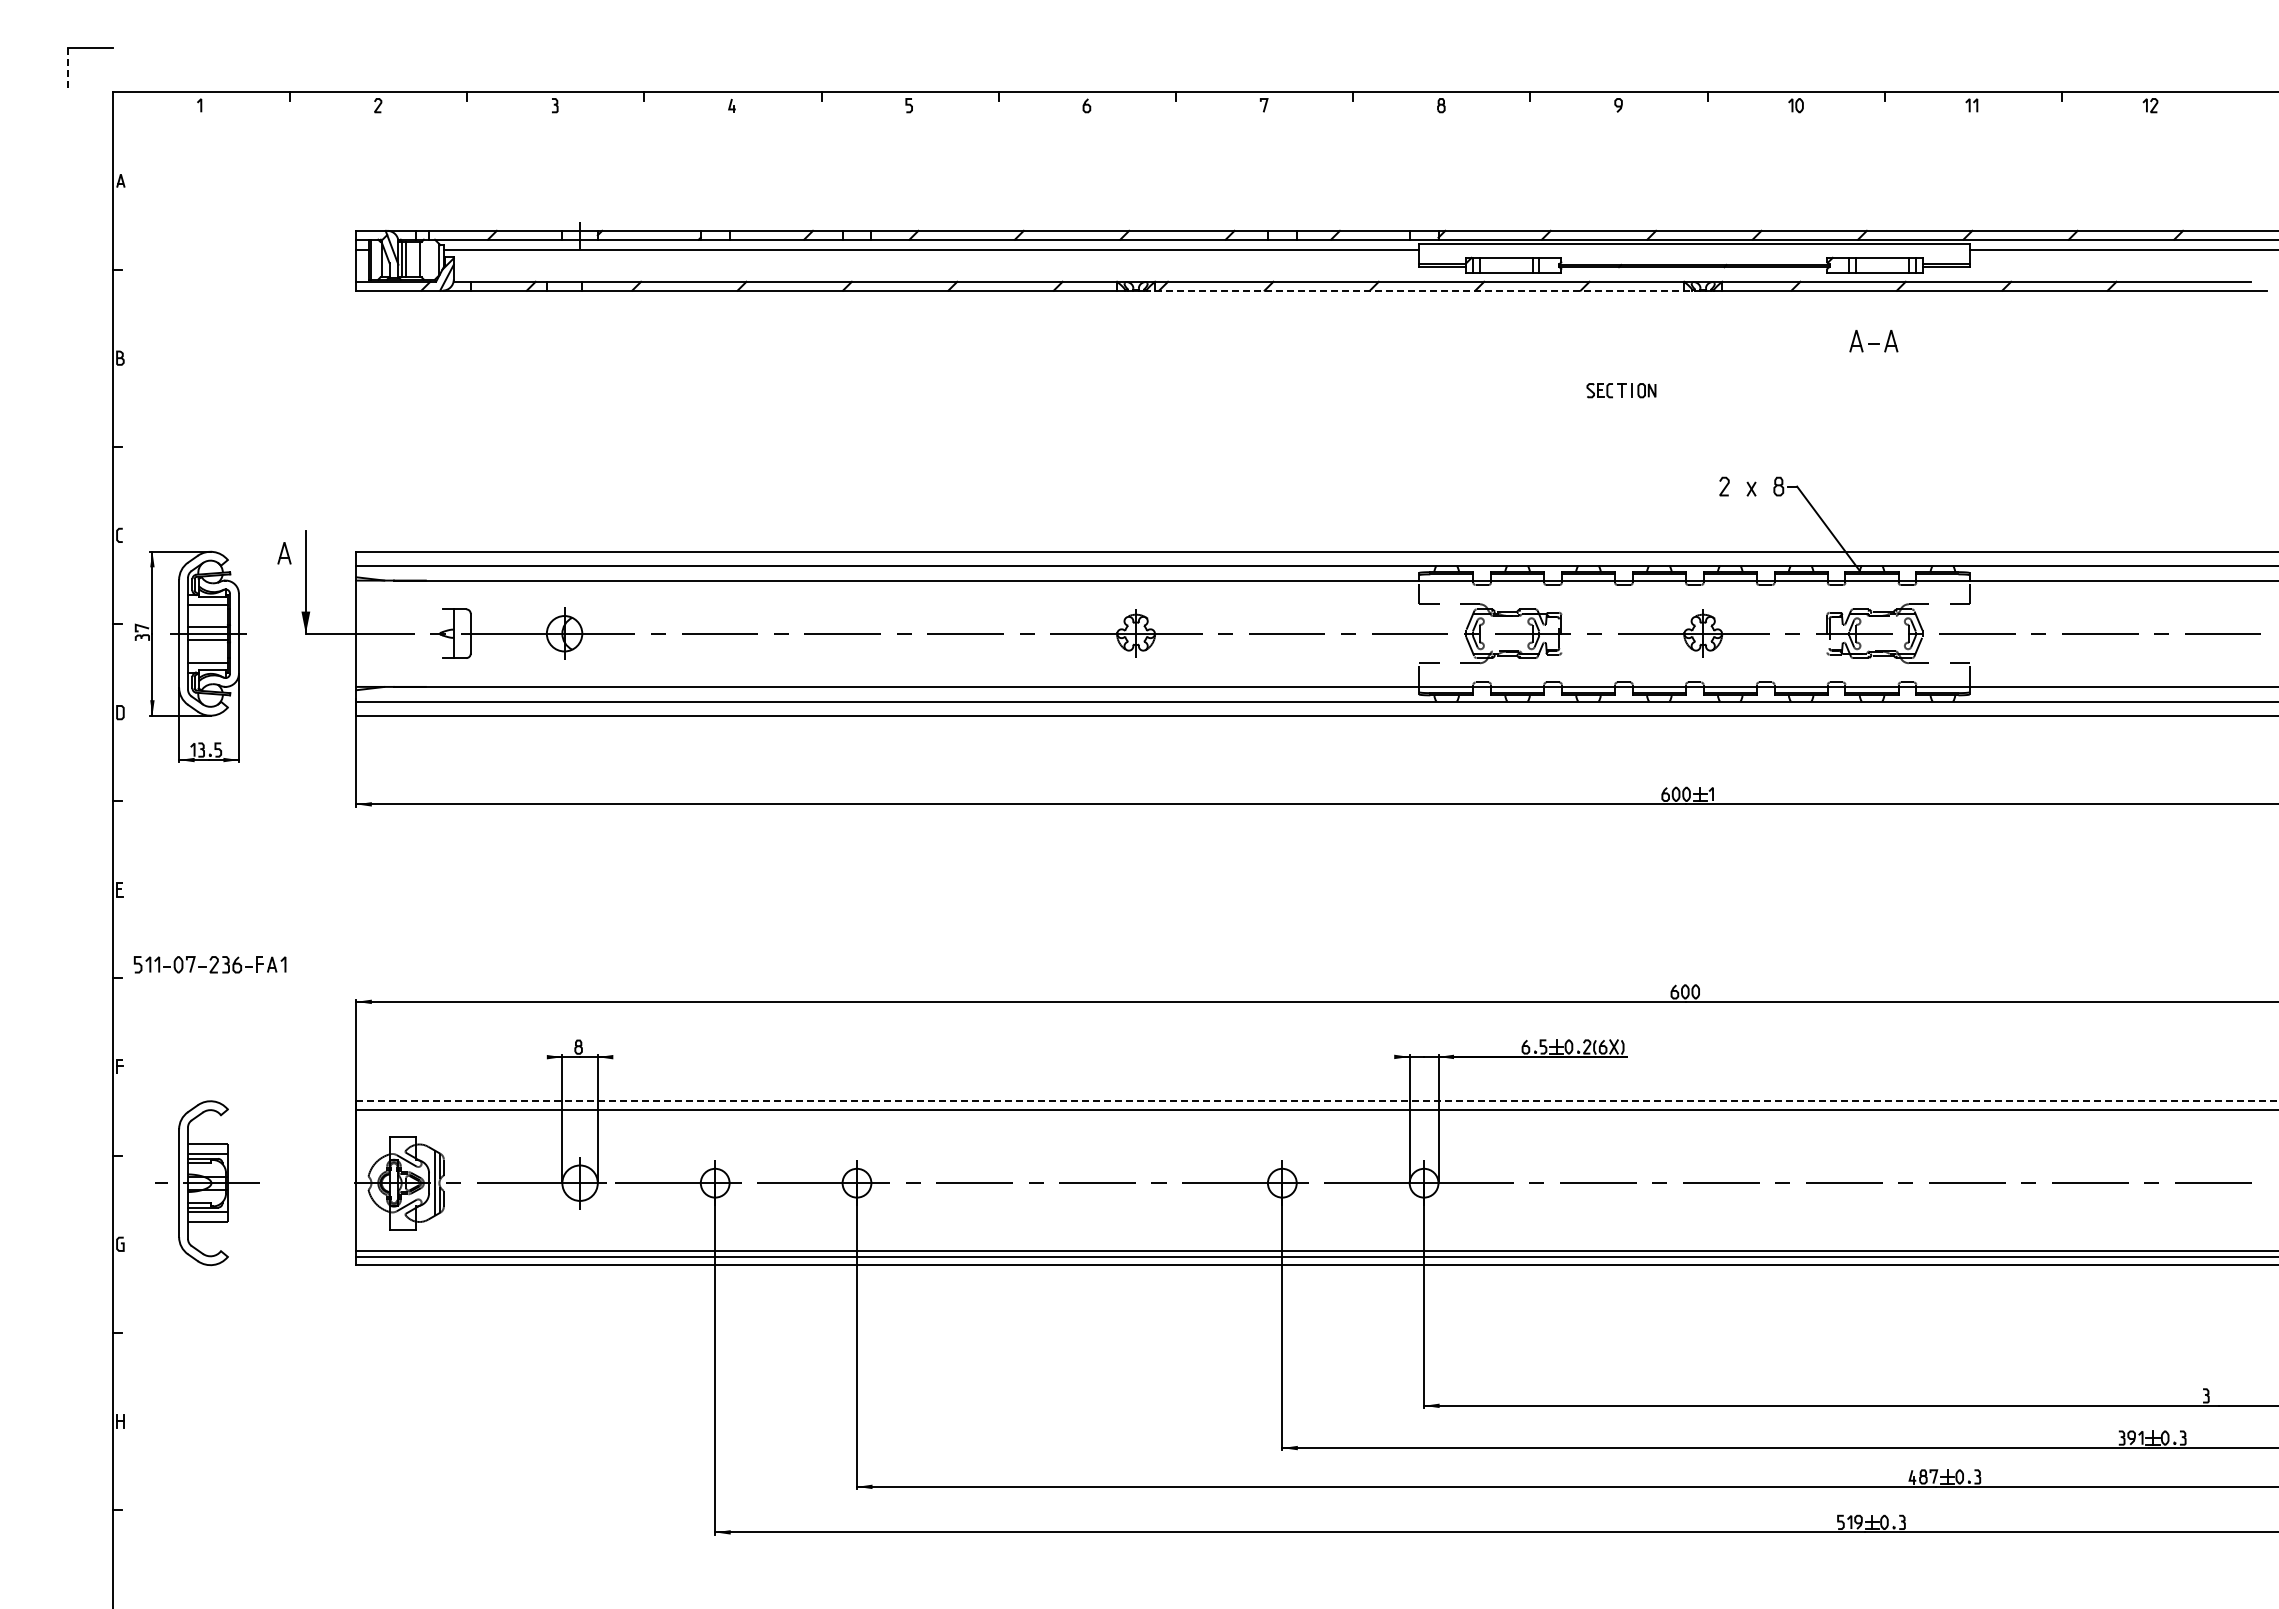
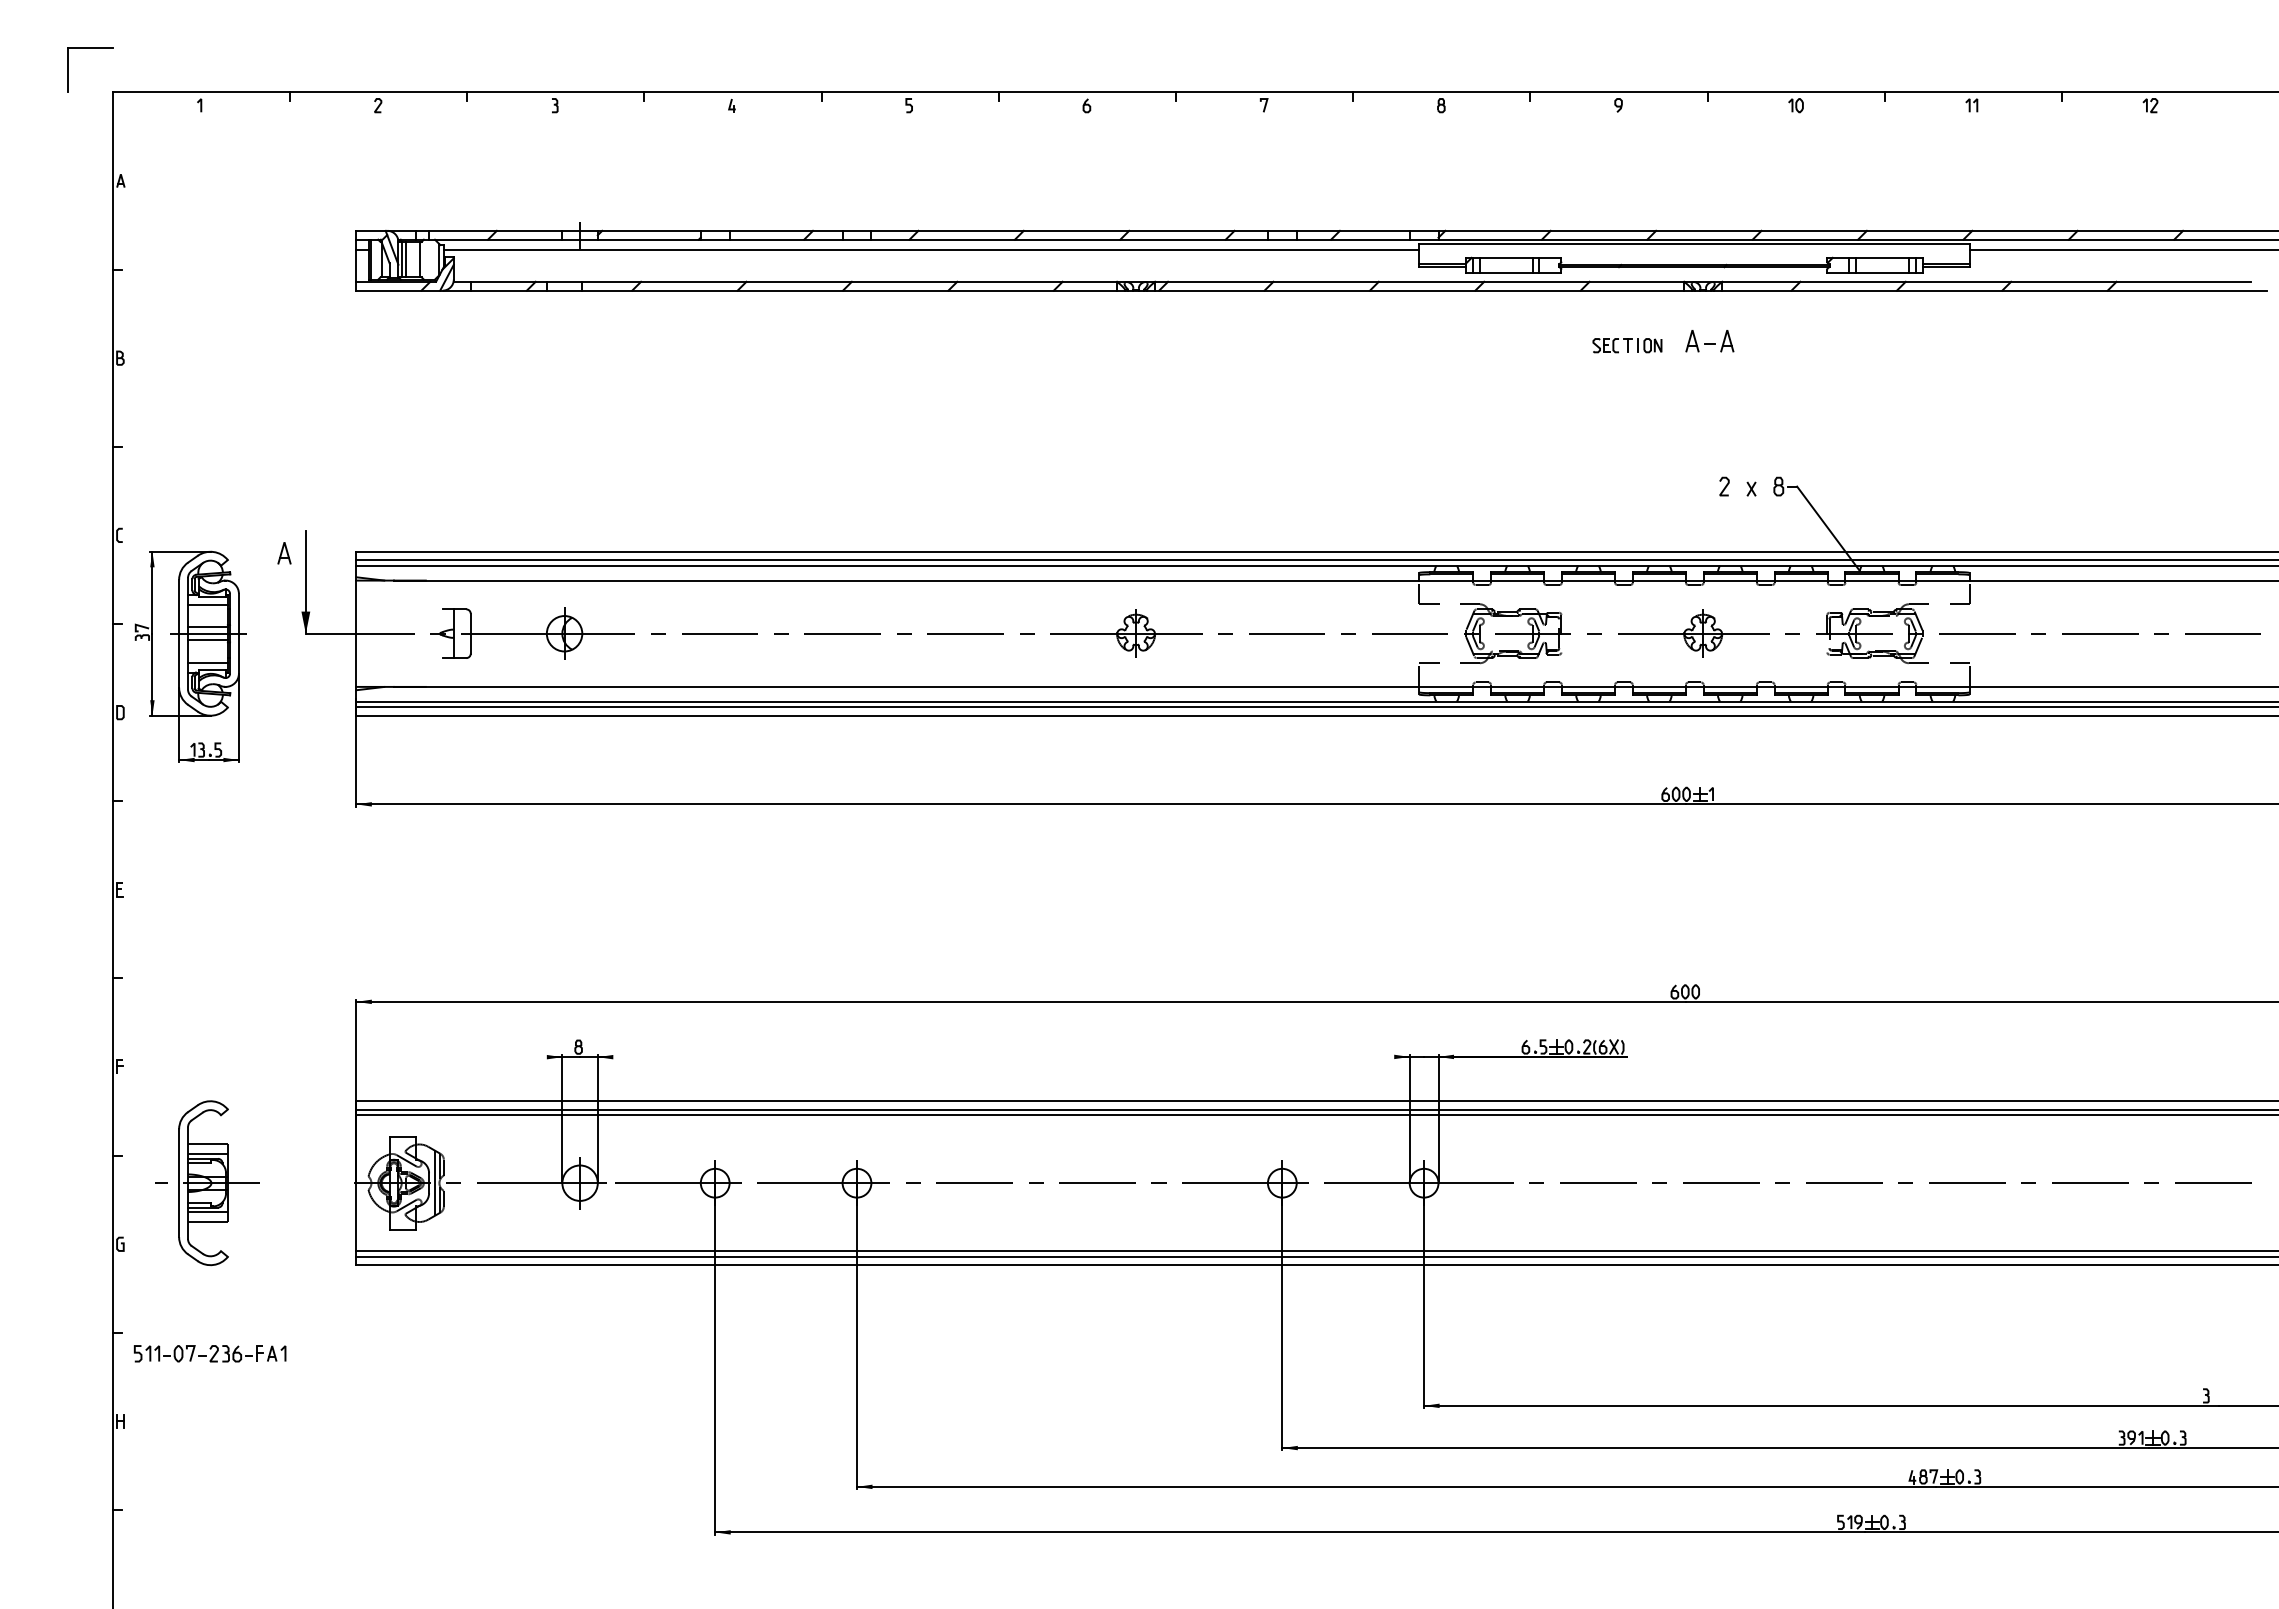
line at (68, 70): dashed -> solid
line at (1421, 290): dashed -> solid
part at (1873, 341) position: (1873, 341) -> (1709, 341)
part at (1621, 390) position: (1621, 390) -> (1627, 345)
line at (1315, 560): none -> present
line at (1315, 707): none -> present
part at (209, 964) position: (209, 964) -> (209, 1353)
line at (1317, 1101): dashed -> solid
line at (1315, 1115): none -> present
